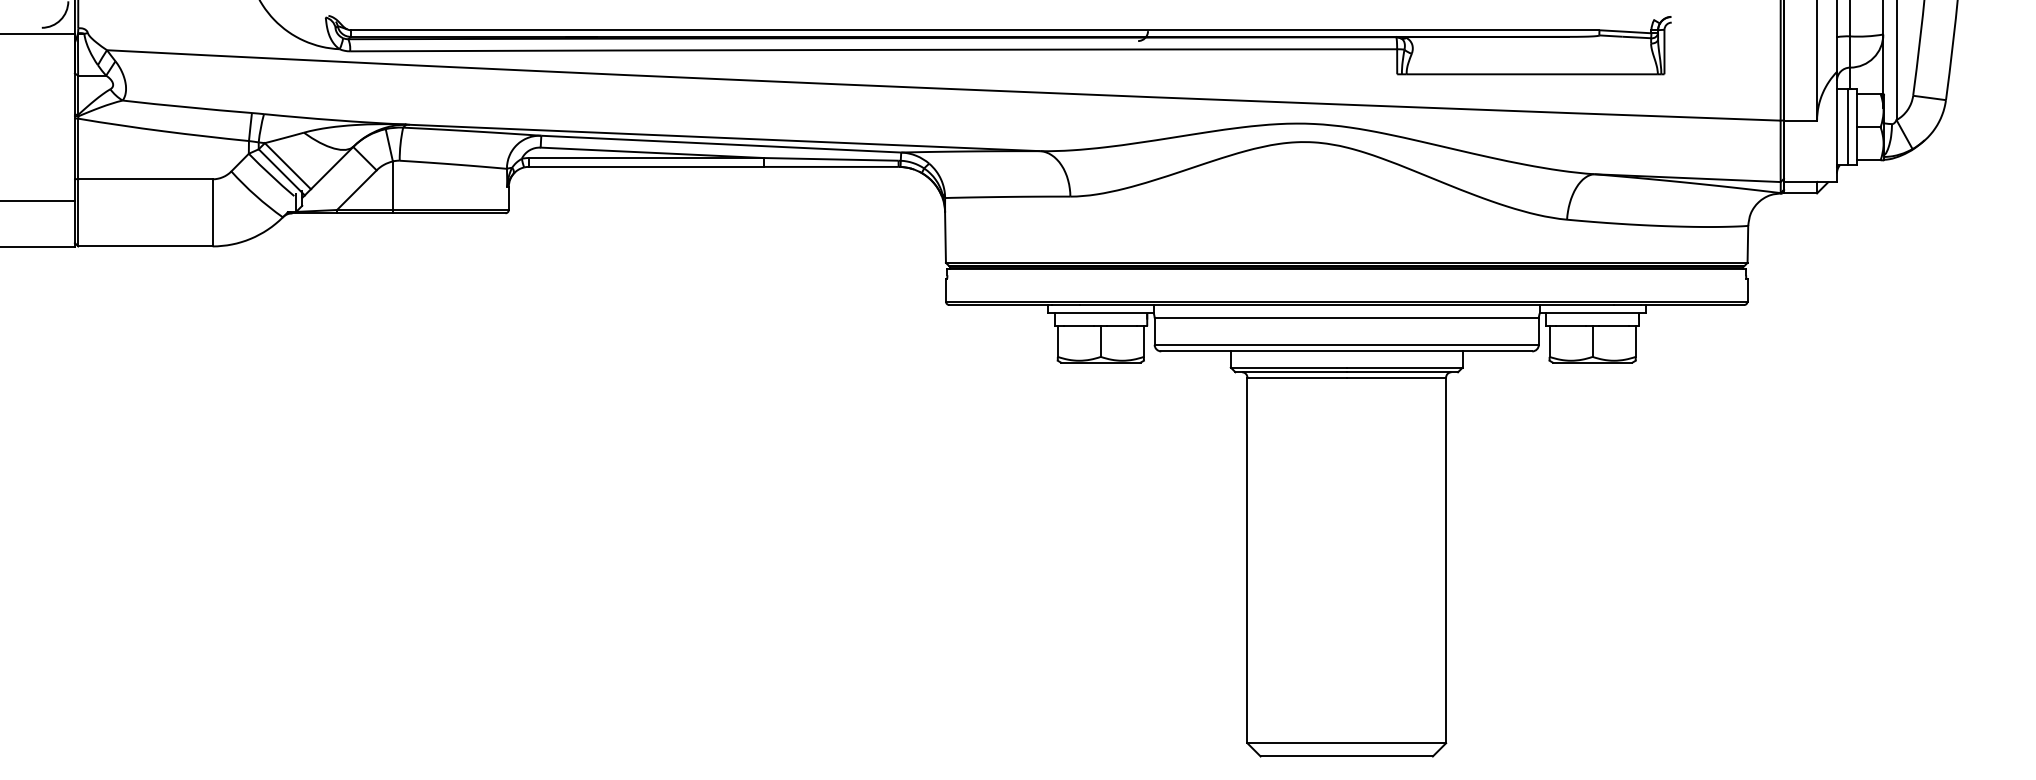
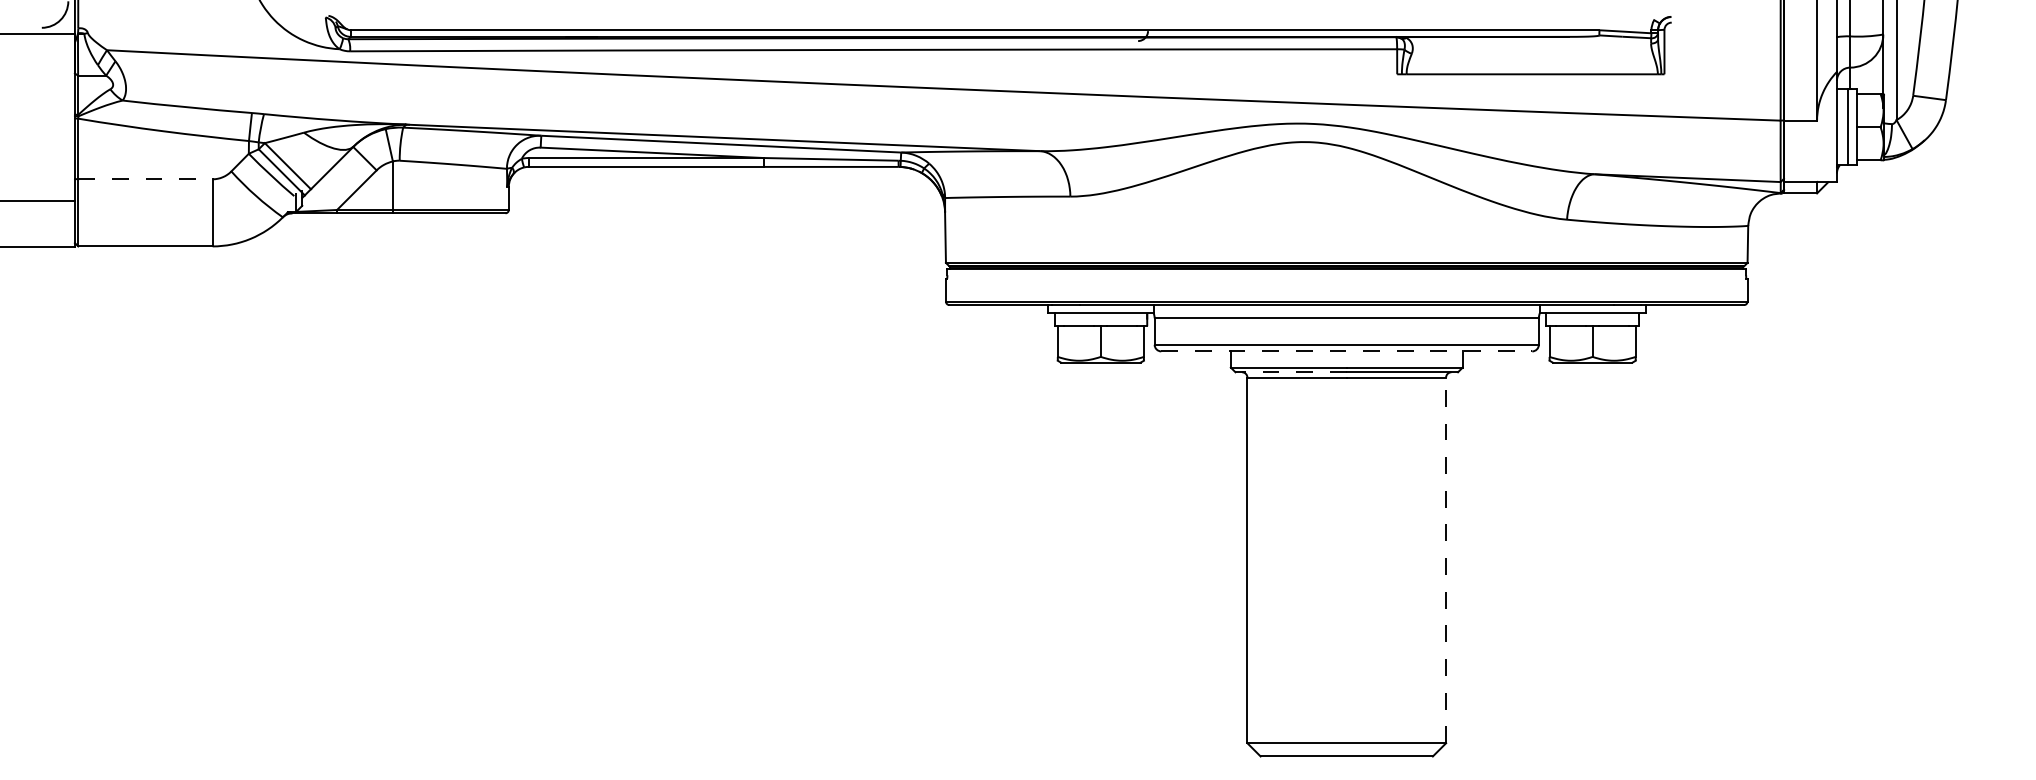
line at (145, 179): solid -> dashed
line at (1347, 351): solid -> dashed
line at (1291, 372): solid -> dashed
line at (1446, 560): solid -> dashed
